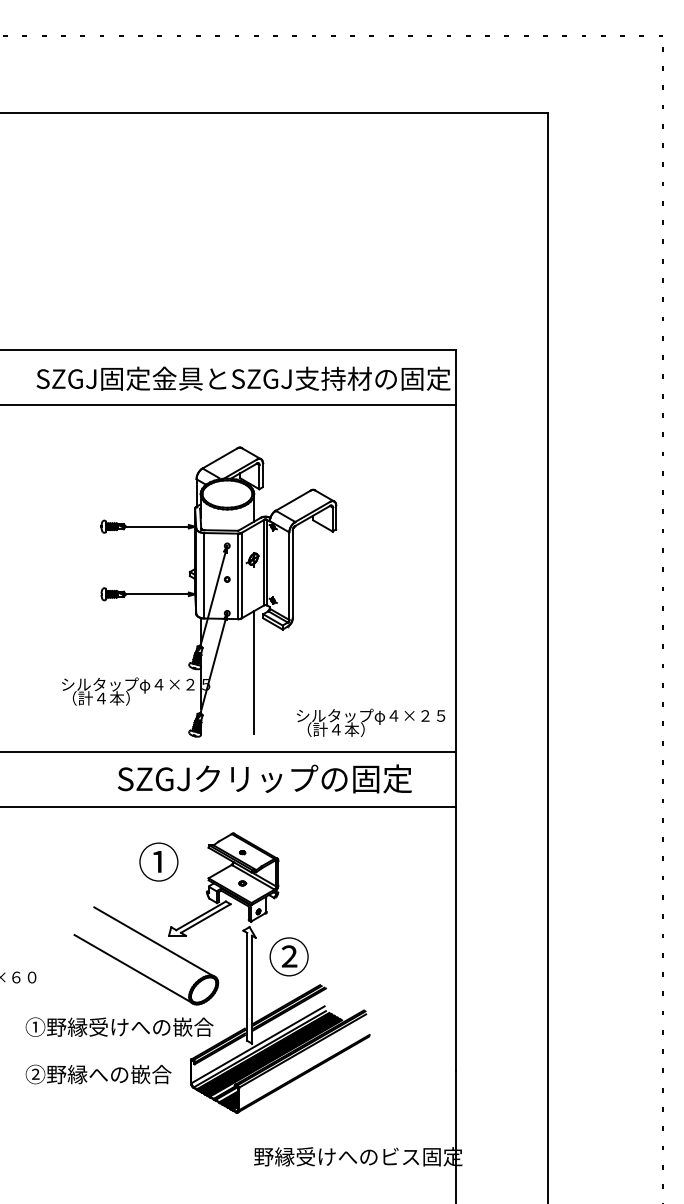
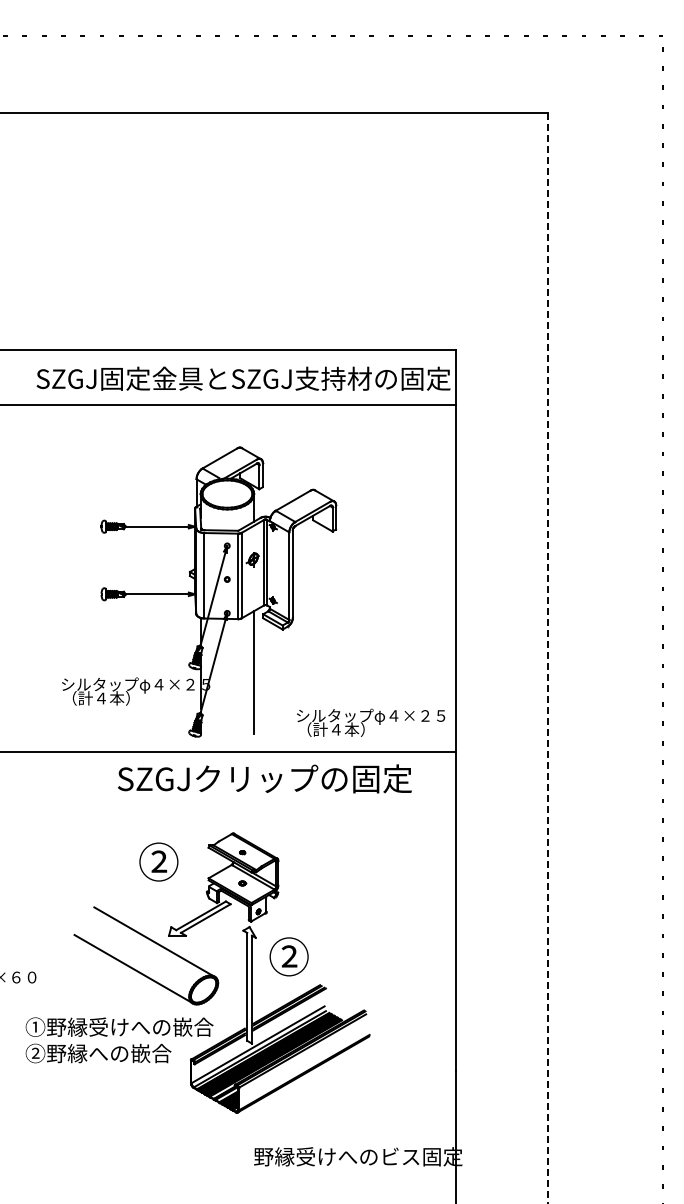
line at (547, 658): solid -> dashed
line at (229, 806): present -> none
text at (159, 861): ① -> ②
text at (98, 1074) position: (98, 1074) -> (98, 1053)
